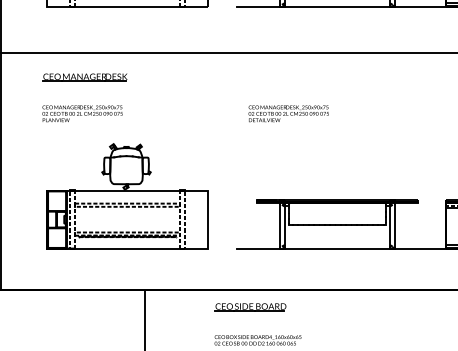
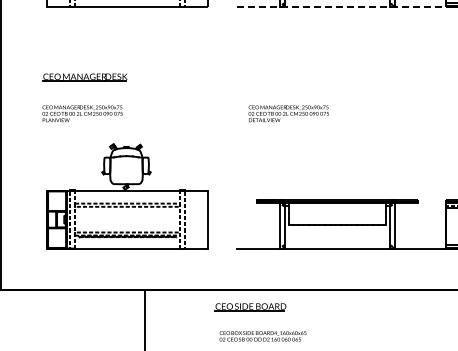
line at (347, 6): solid -> dashed
line at (228, 52): present -> none
text at (257, 340) position: (257, 340) -> (262, 336)
